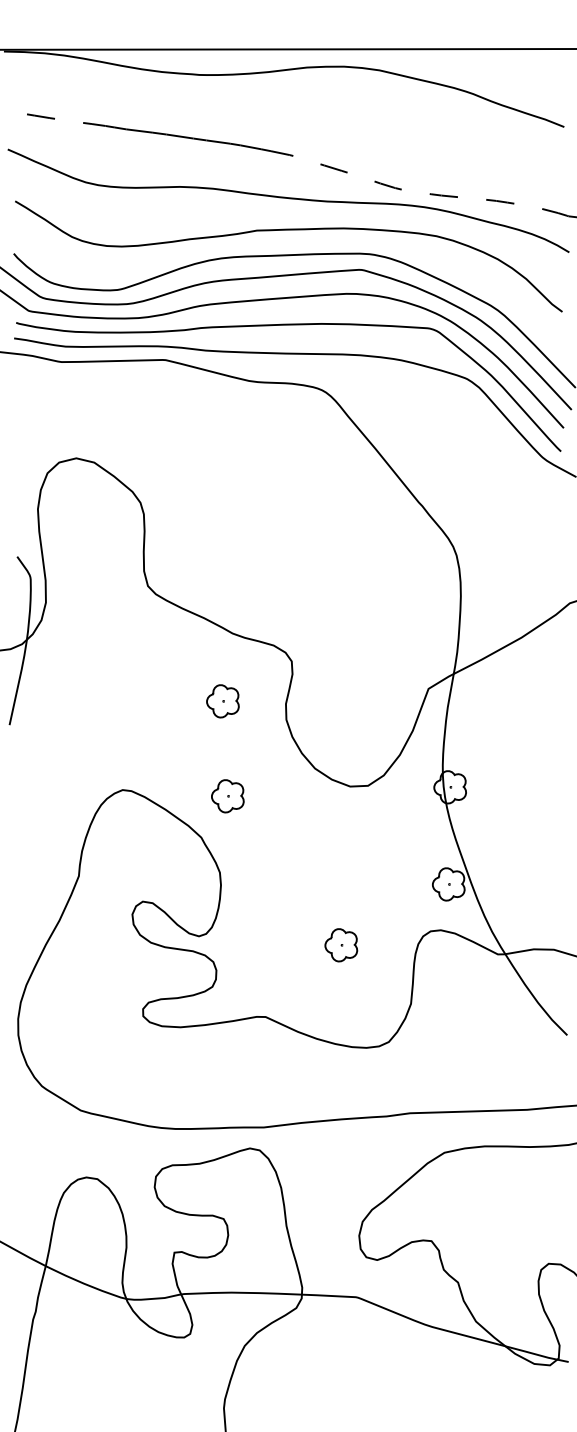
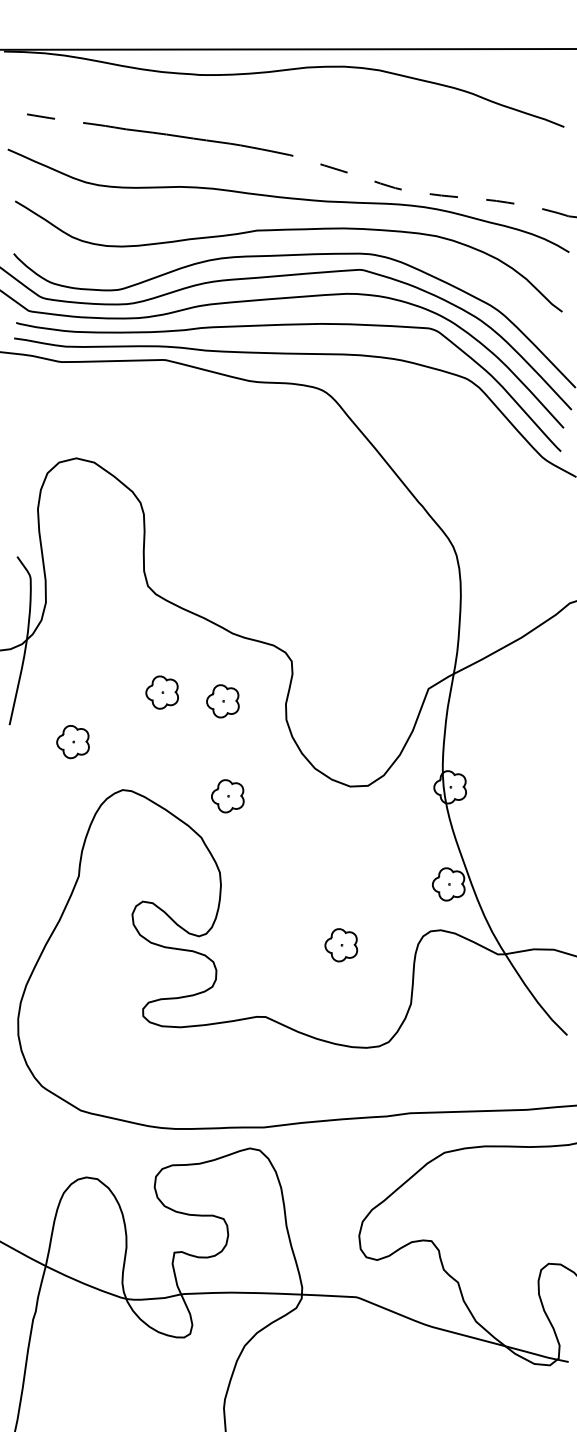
part at (161, 692): none -> present
part at (72, 742): none -> present
